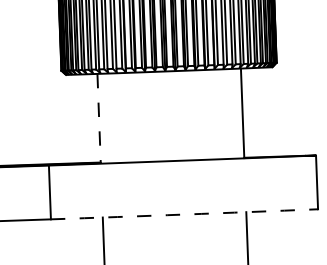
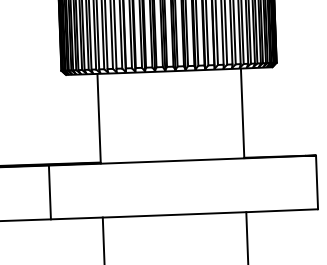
line at (99, 118): dashed -> solid
arc at (184, 214): dashed -> solid
